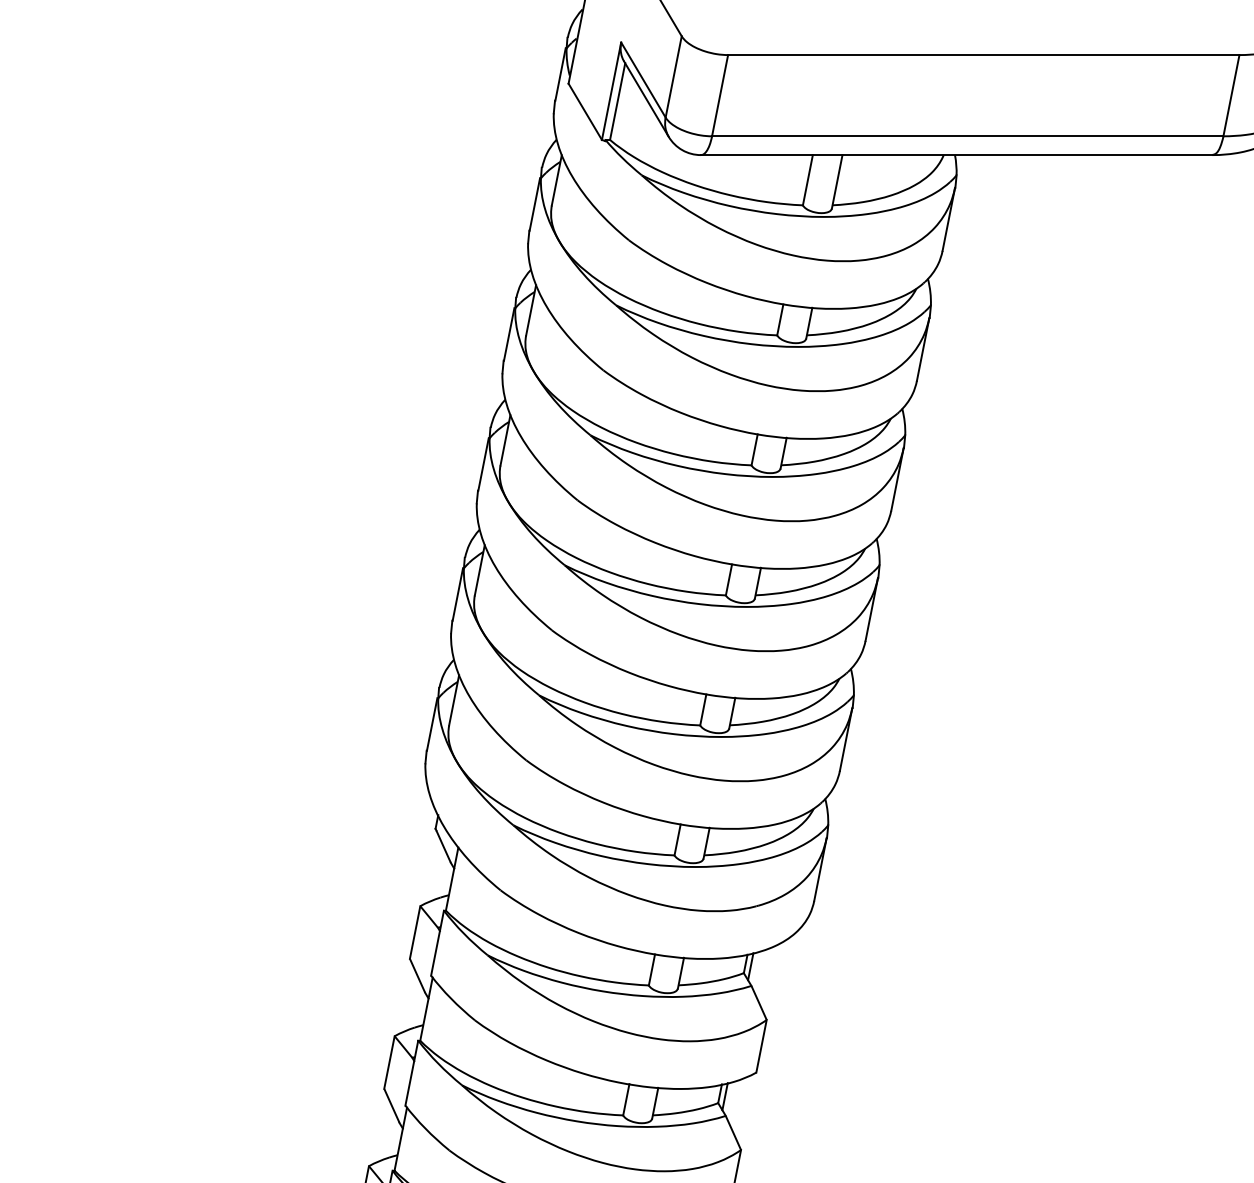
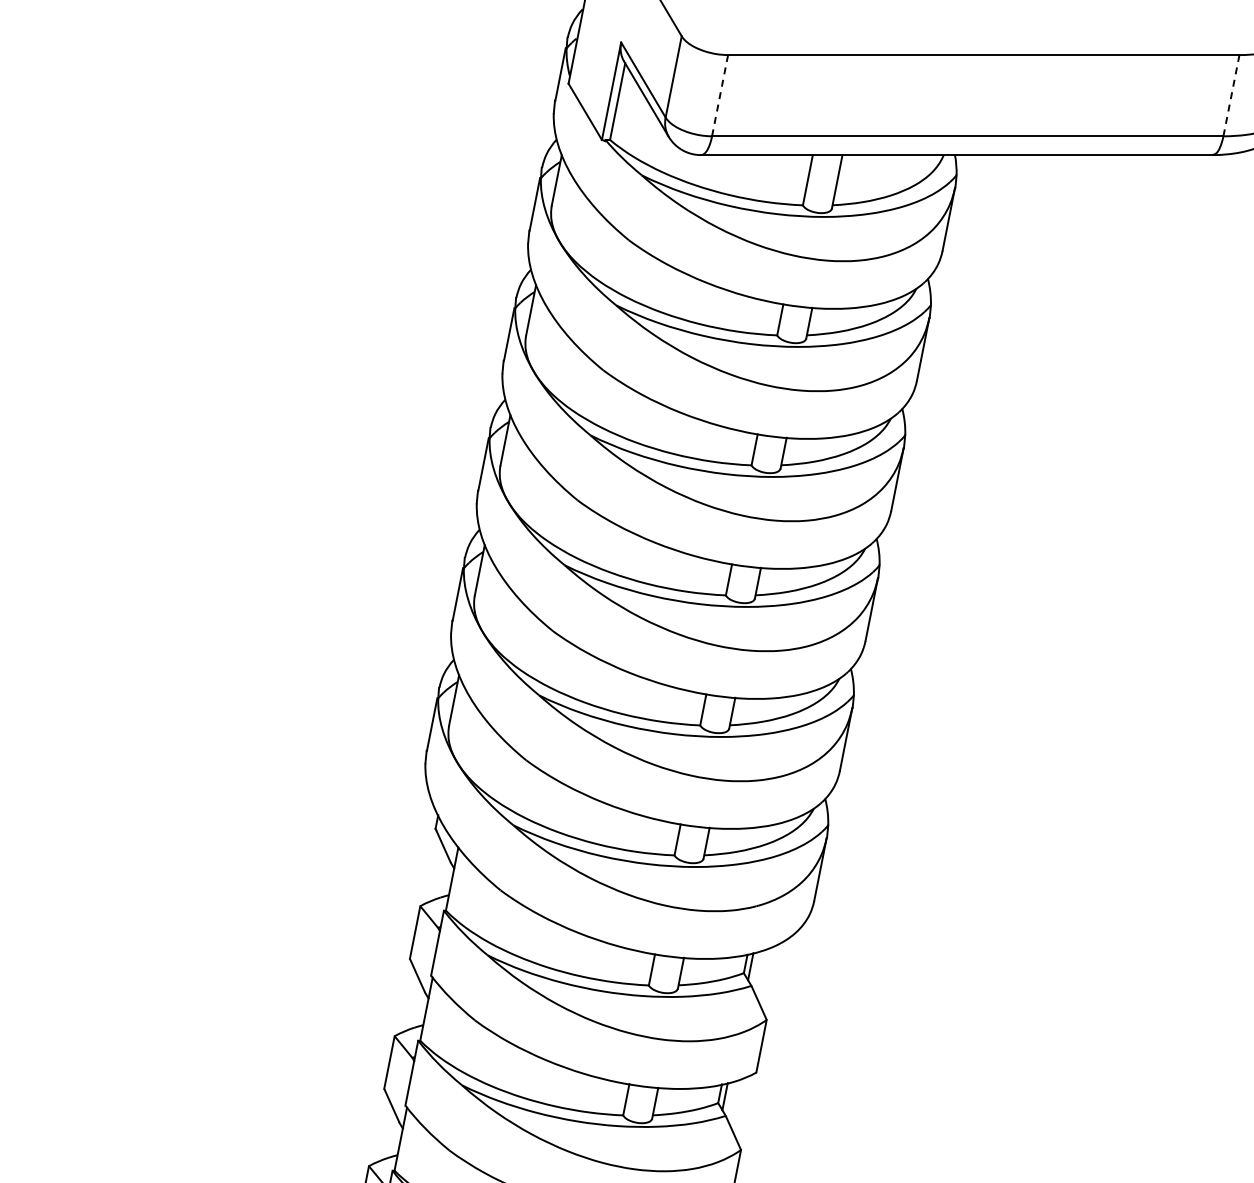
line at (719, 96): solid -> dashed
line at (1231, 96): solid -> dashed
